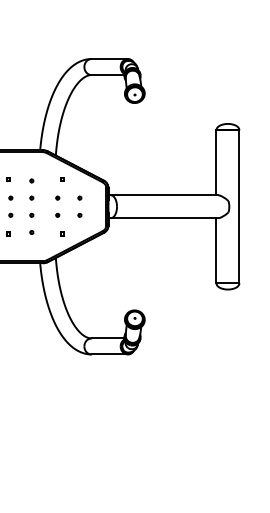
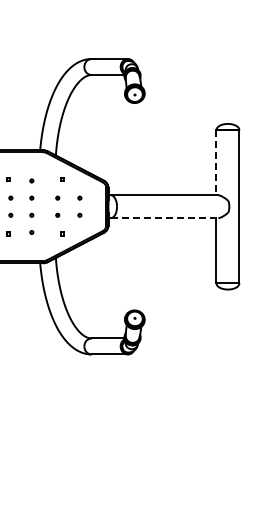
line at (216, 163): solid -> dashed
line at (164, 218): solid -> dashed
